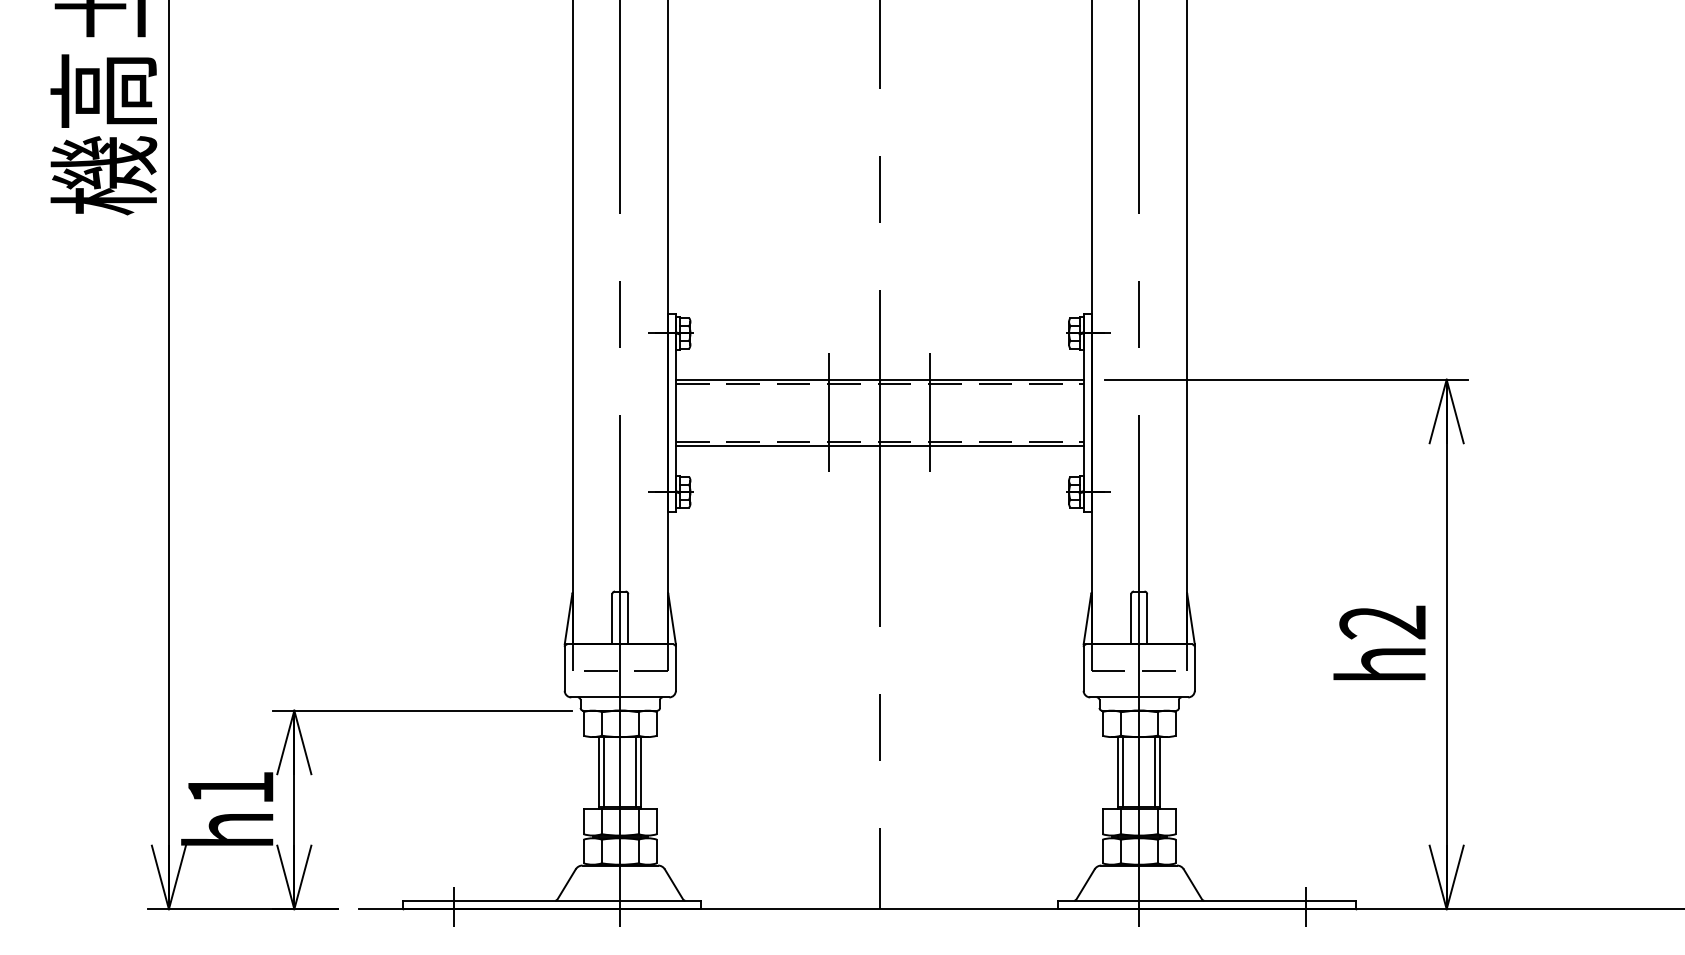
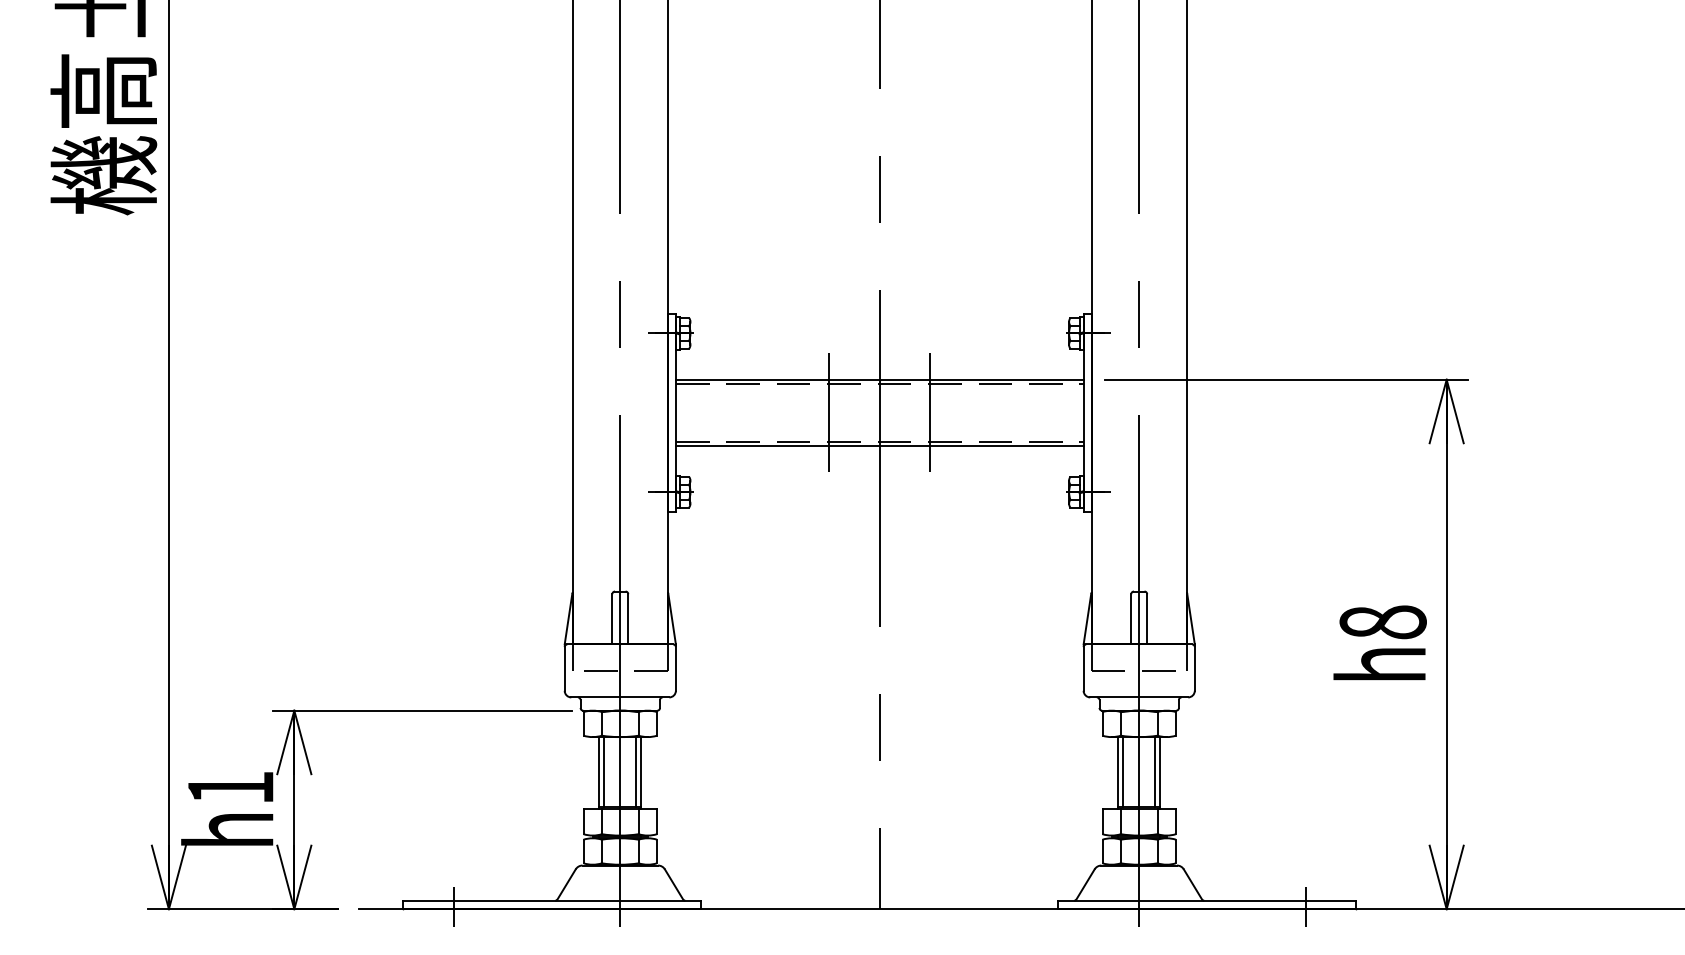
text at (1382, 622): h2 -> h8
